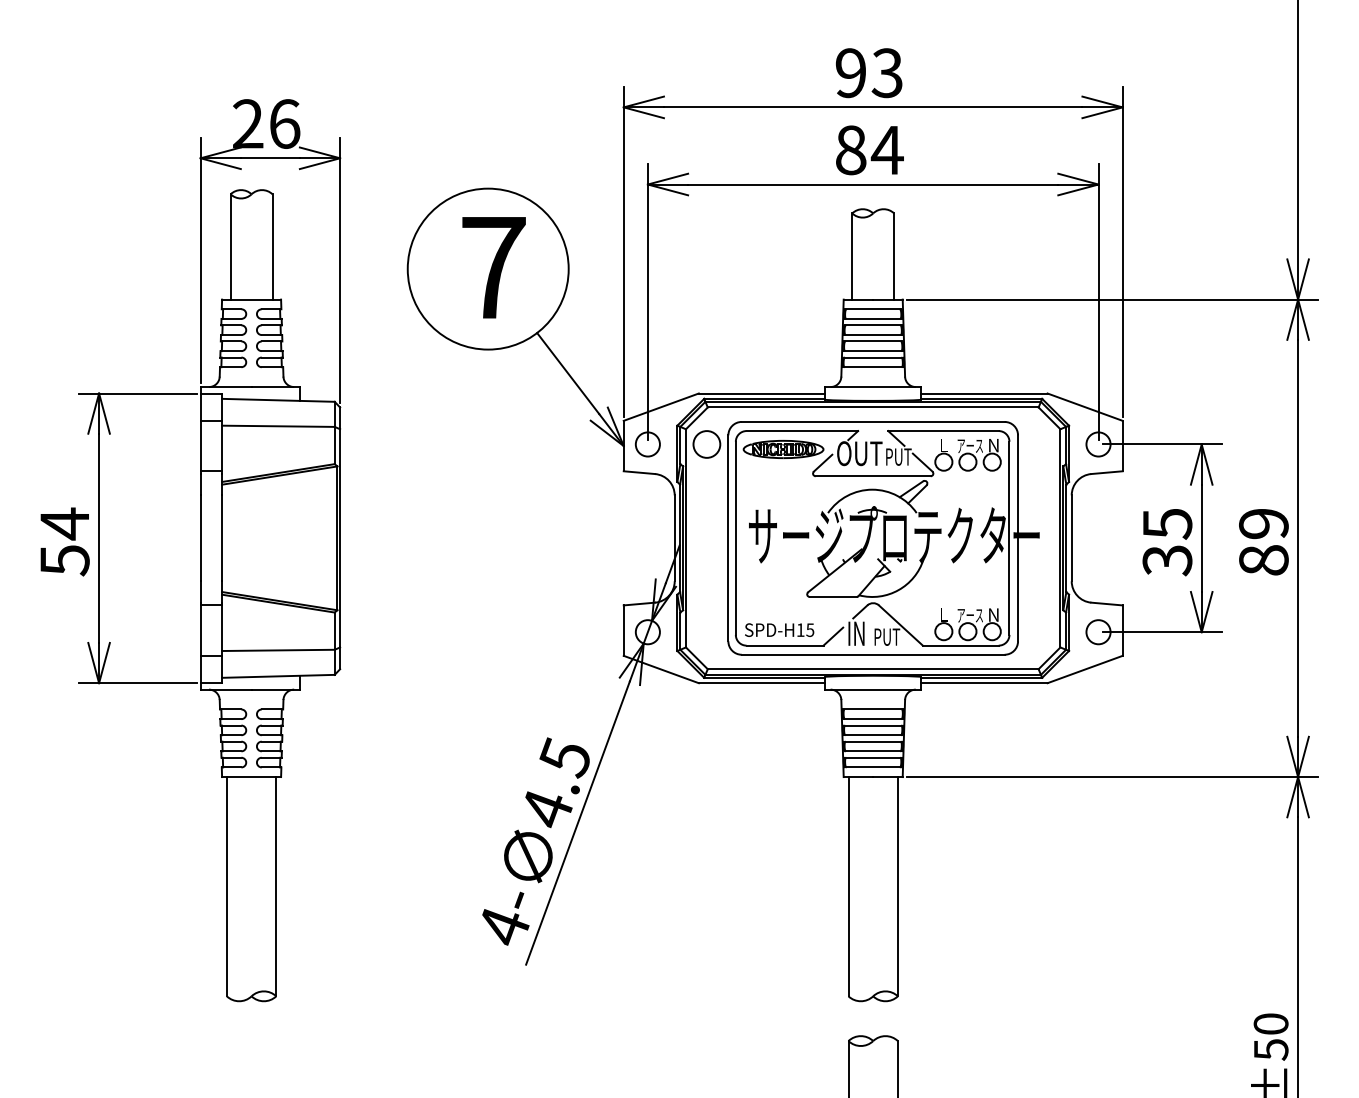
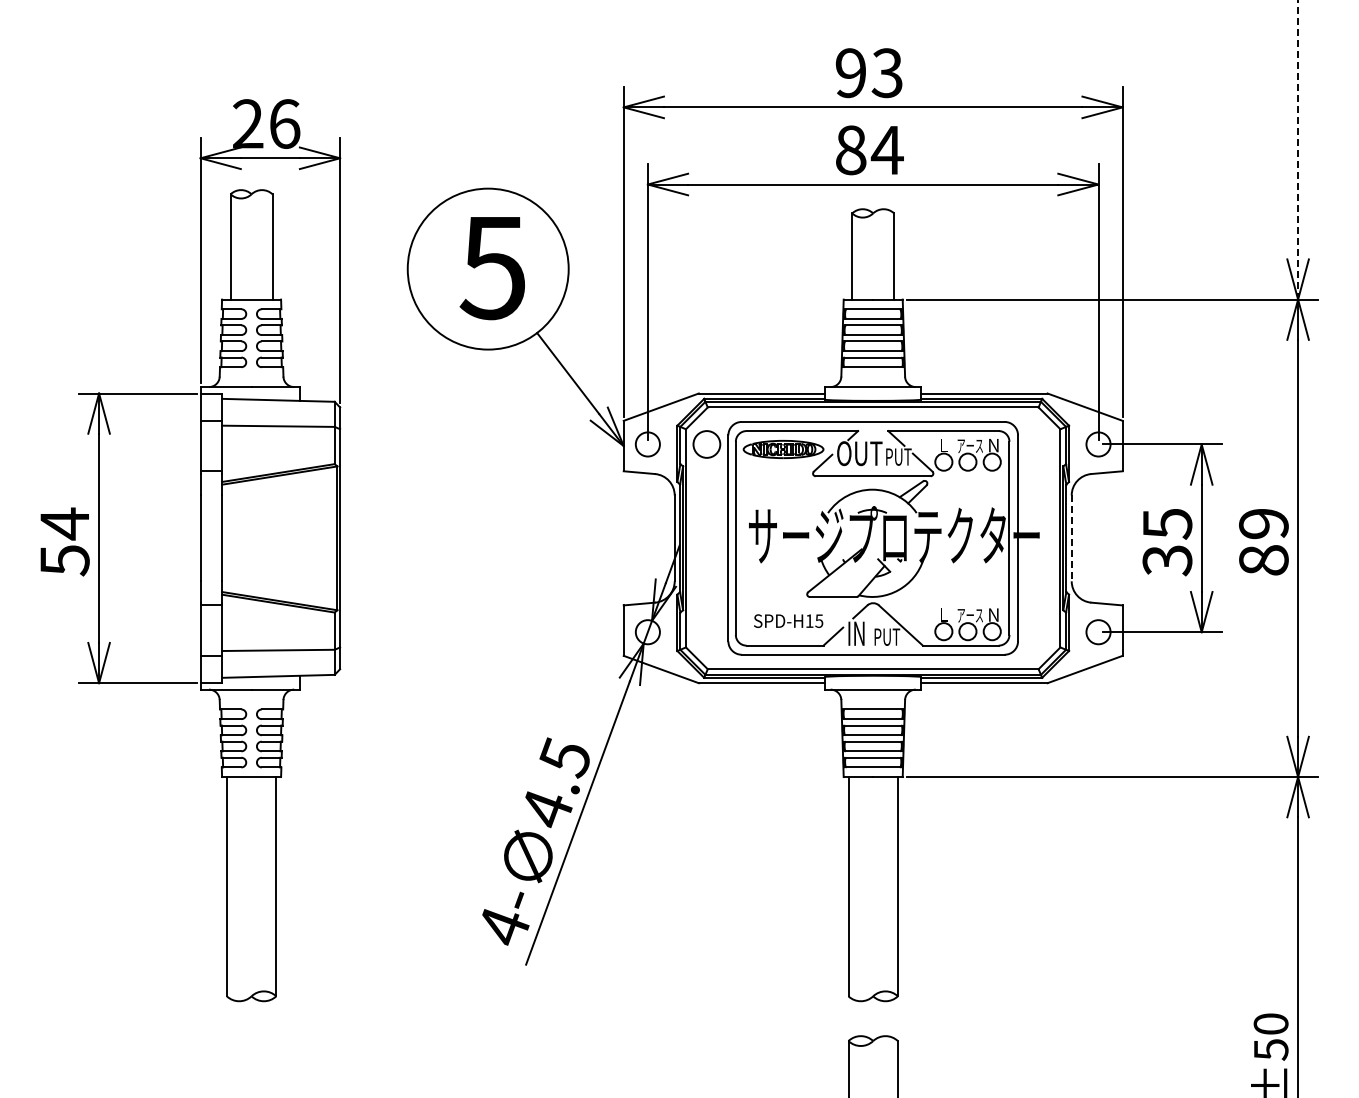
line at (1298, 149): solid -> dashed
text at (492, 268): 7 -> 5
line at (1071, 538): solid -> dashed
text at (779, 629) position: (779, 629) -> (788, 620)
